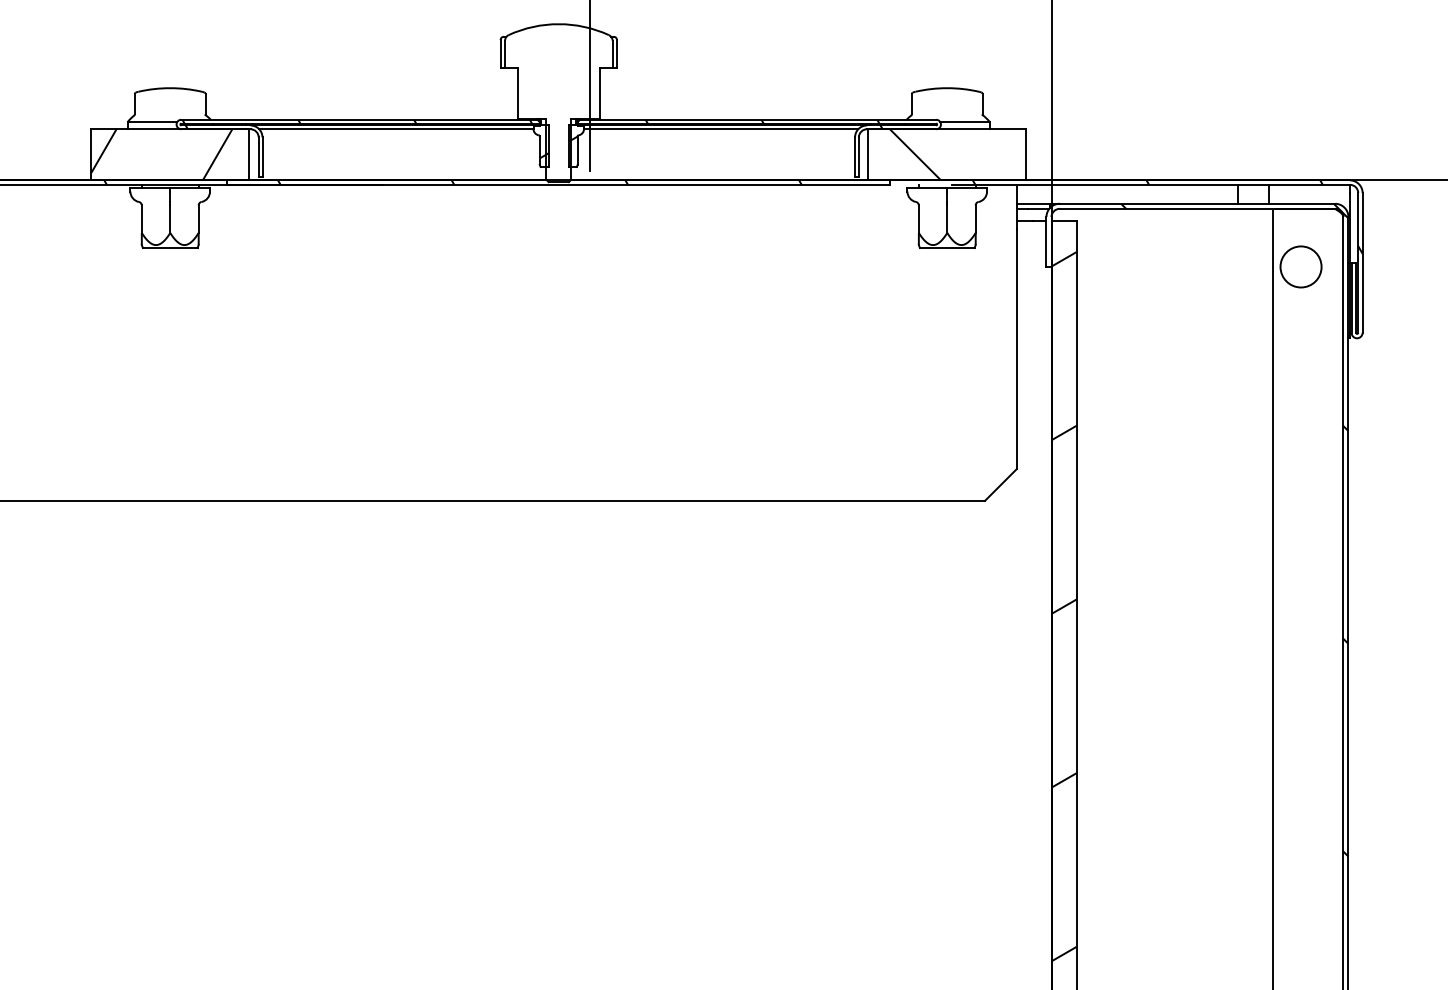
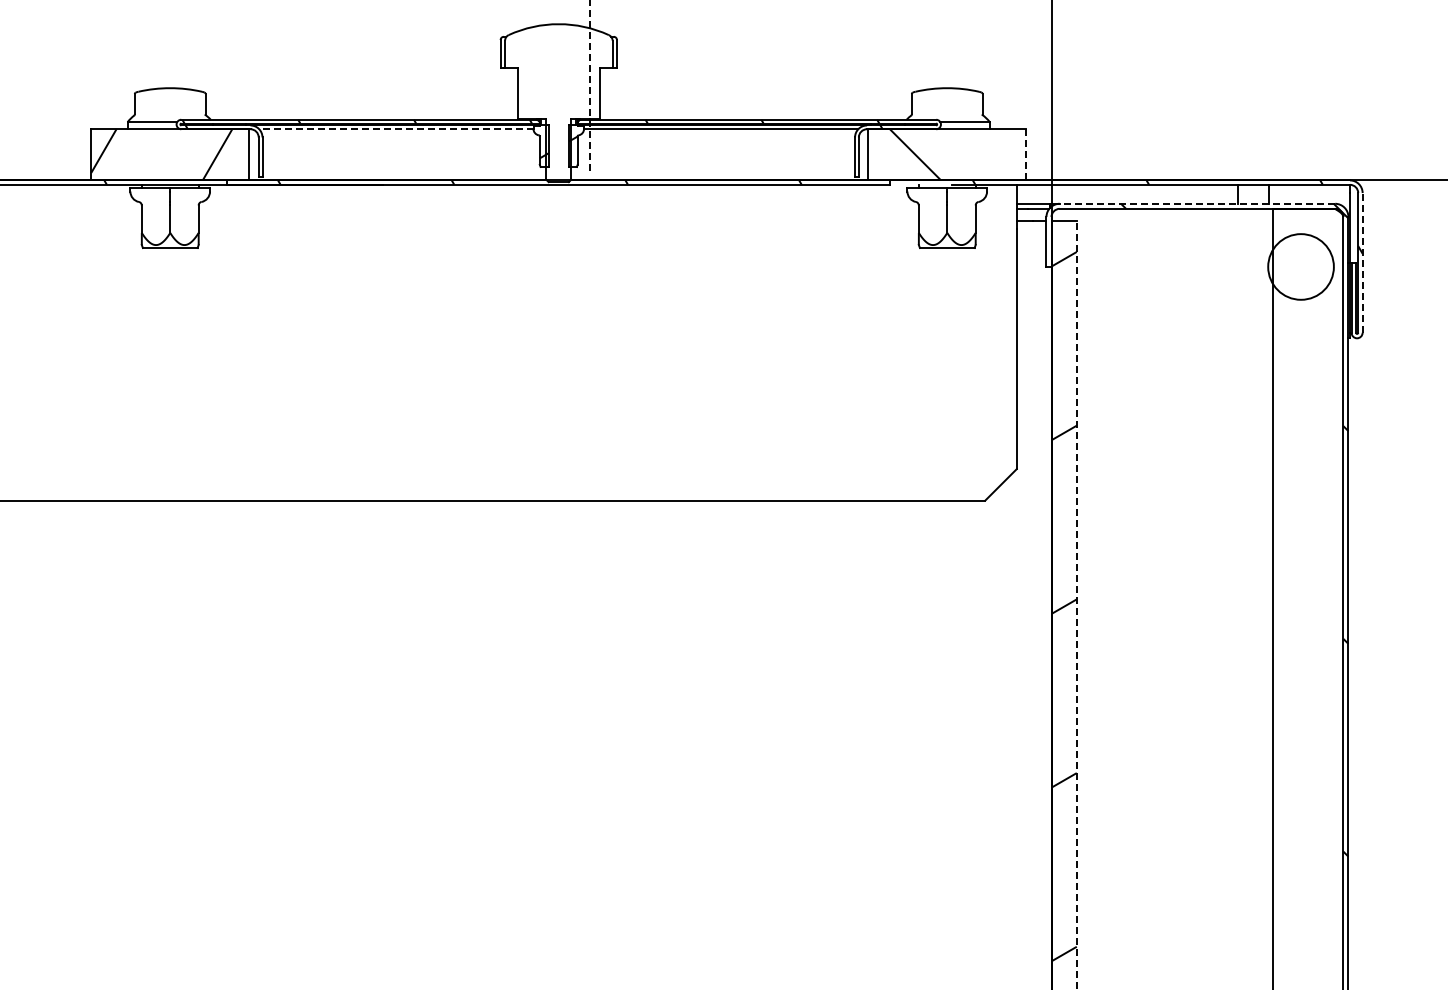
line at (590, 85): solid -> dashed
line at (395, 129): solid -> dashed
line at (1026, 154): solid -> dashed
line at (1197, 203): solid -> dashed
line at (1362, 262): solid -> dashed
circle at (1300, 266) diameter: 41 px -> 66 px
line at (1076, 605): solid -> dashed
